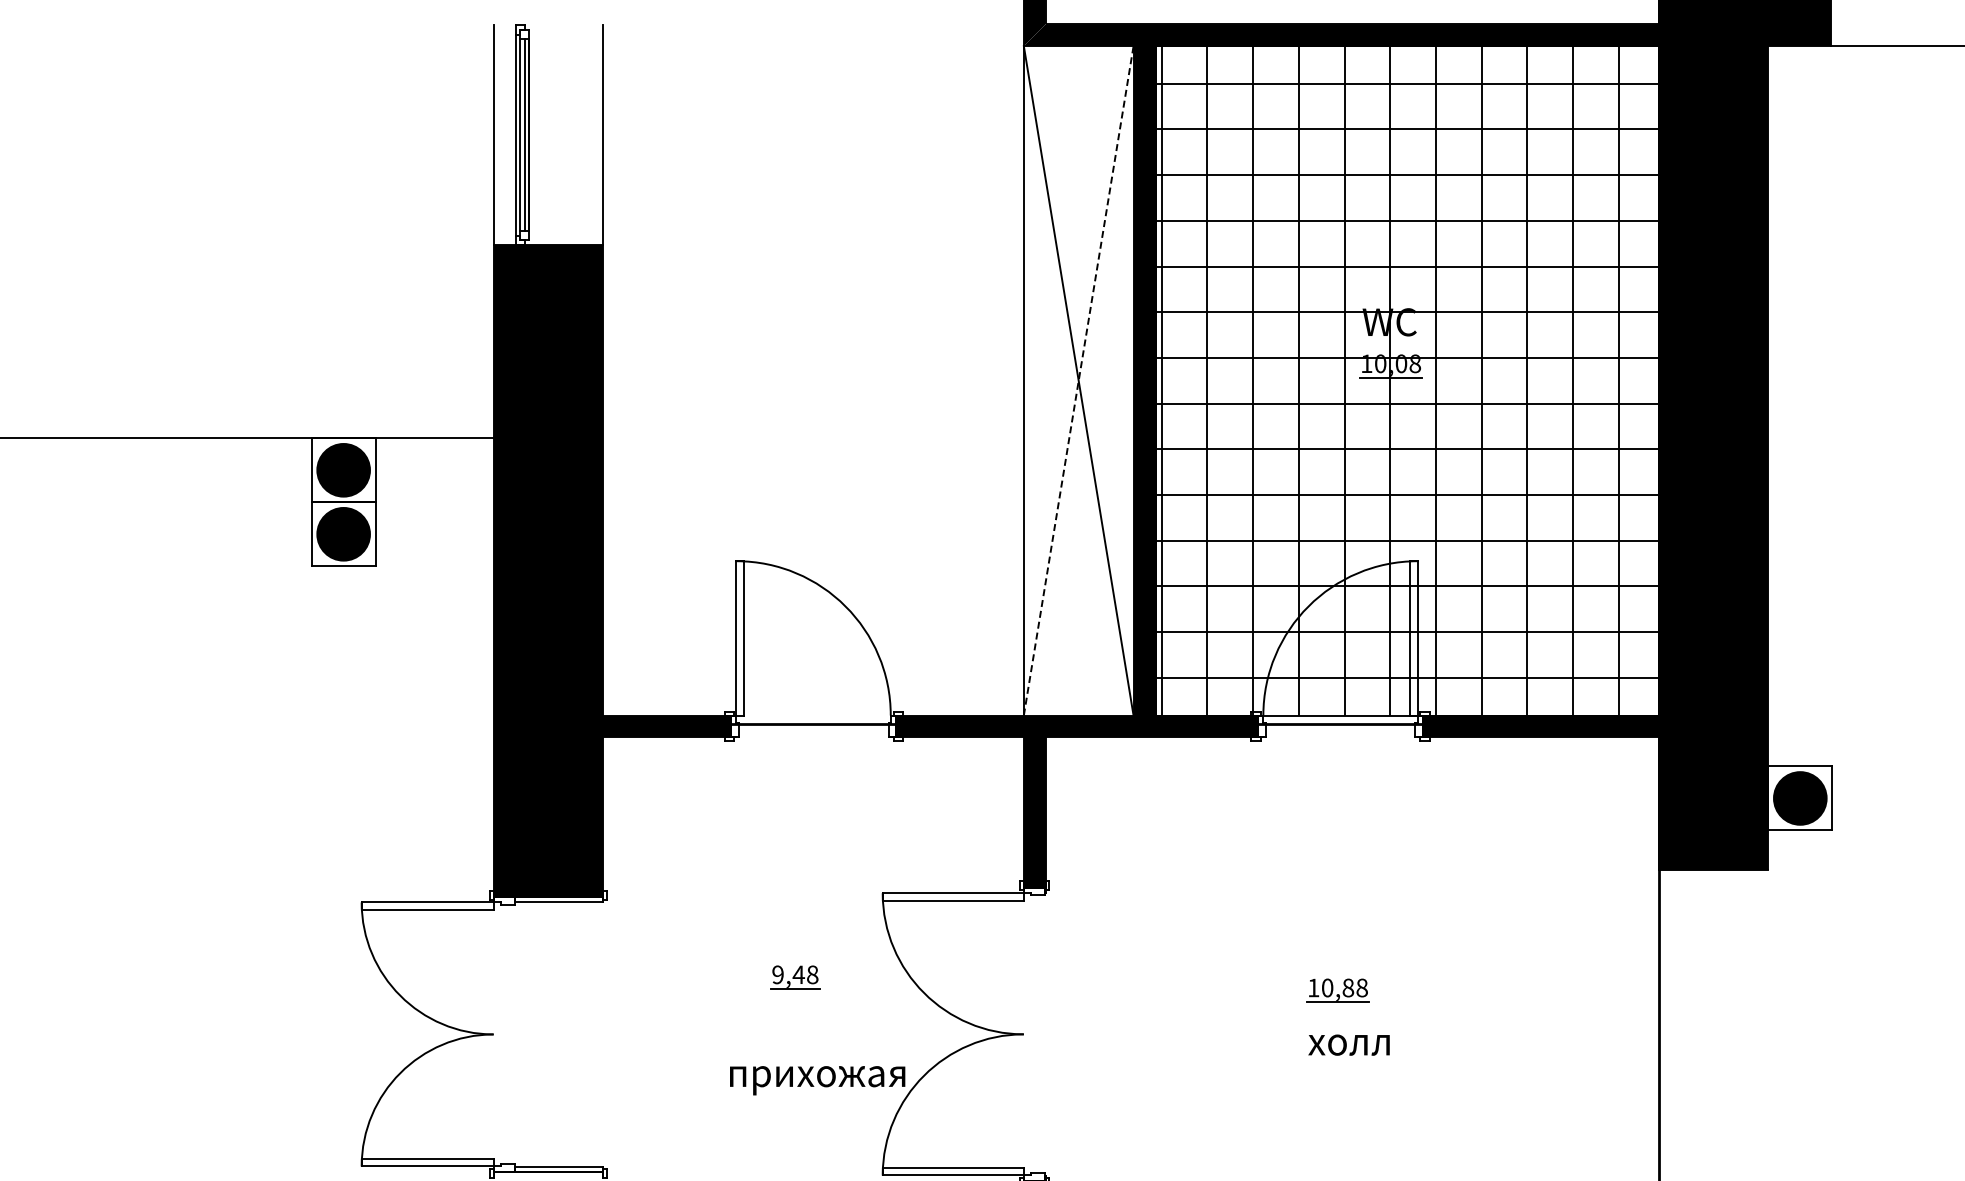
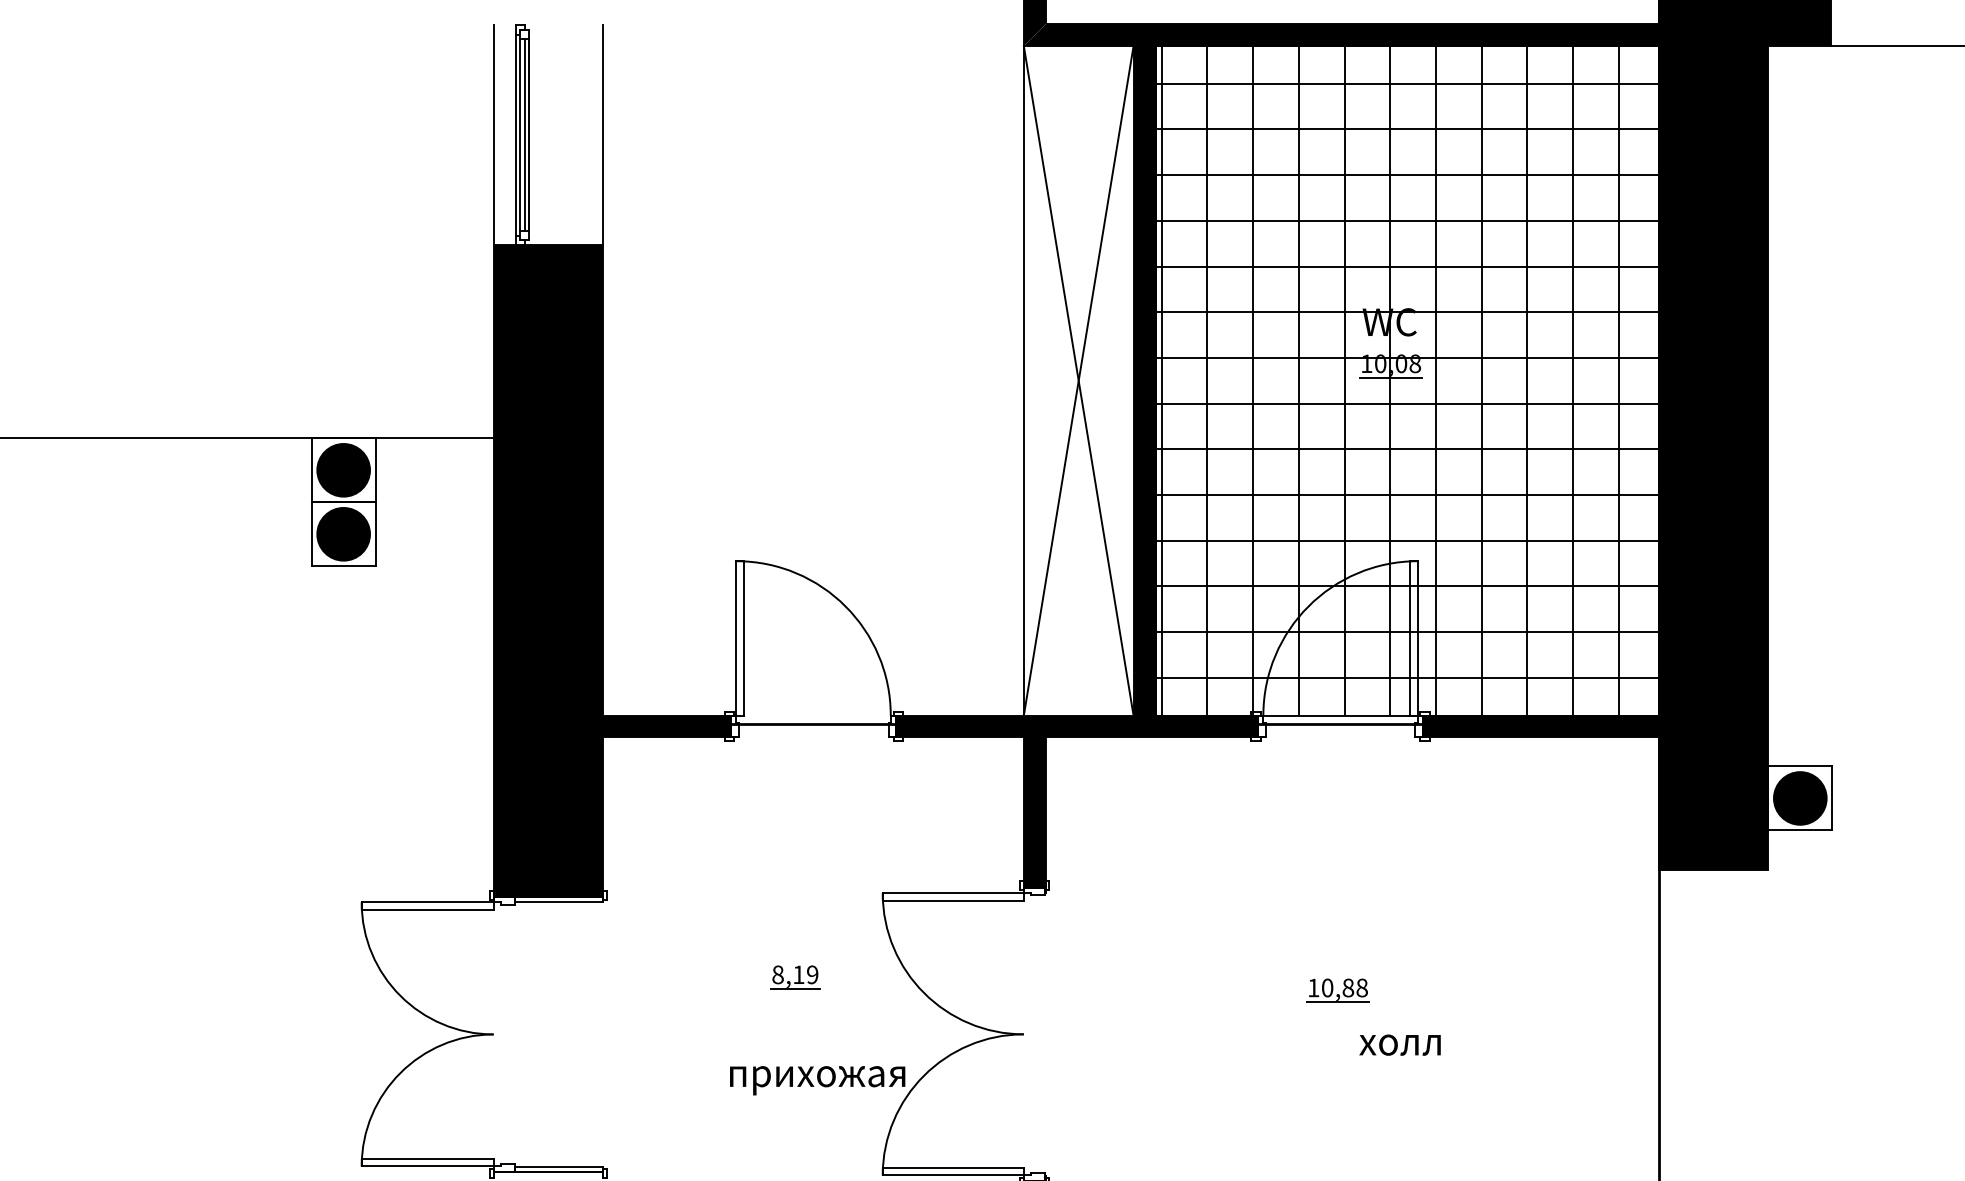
line at (1078, 380): dashed -> solid
text at (795, 974): 9,48 -> 8,19
text at (1348, 1044) position: (1348, 1044) -> (1399, 1044)
